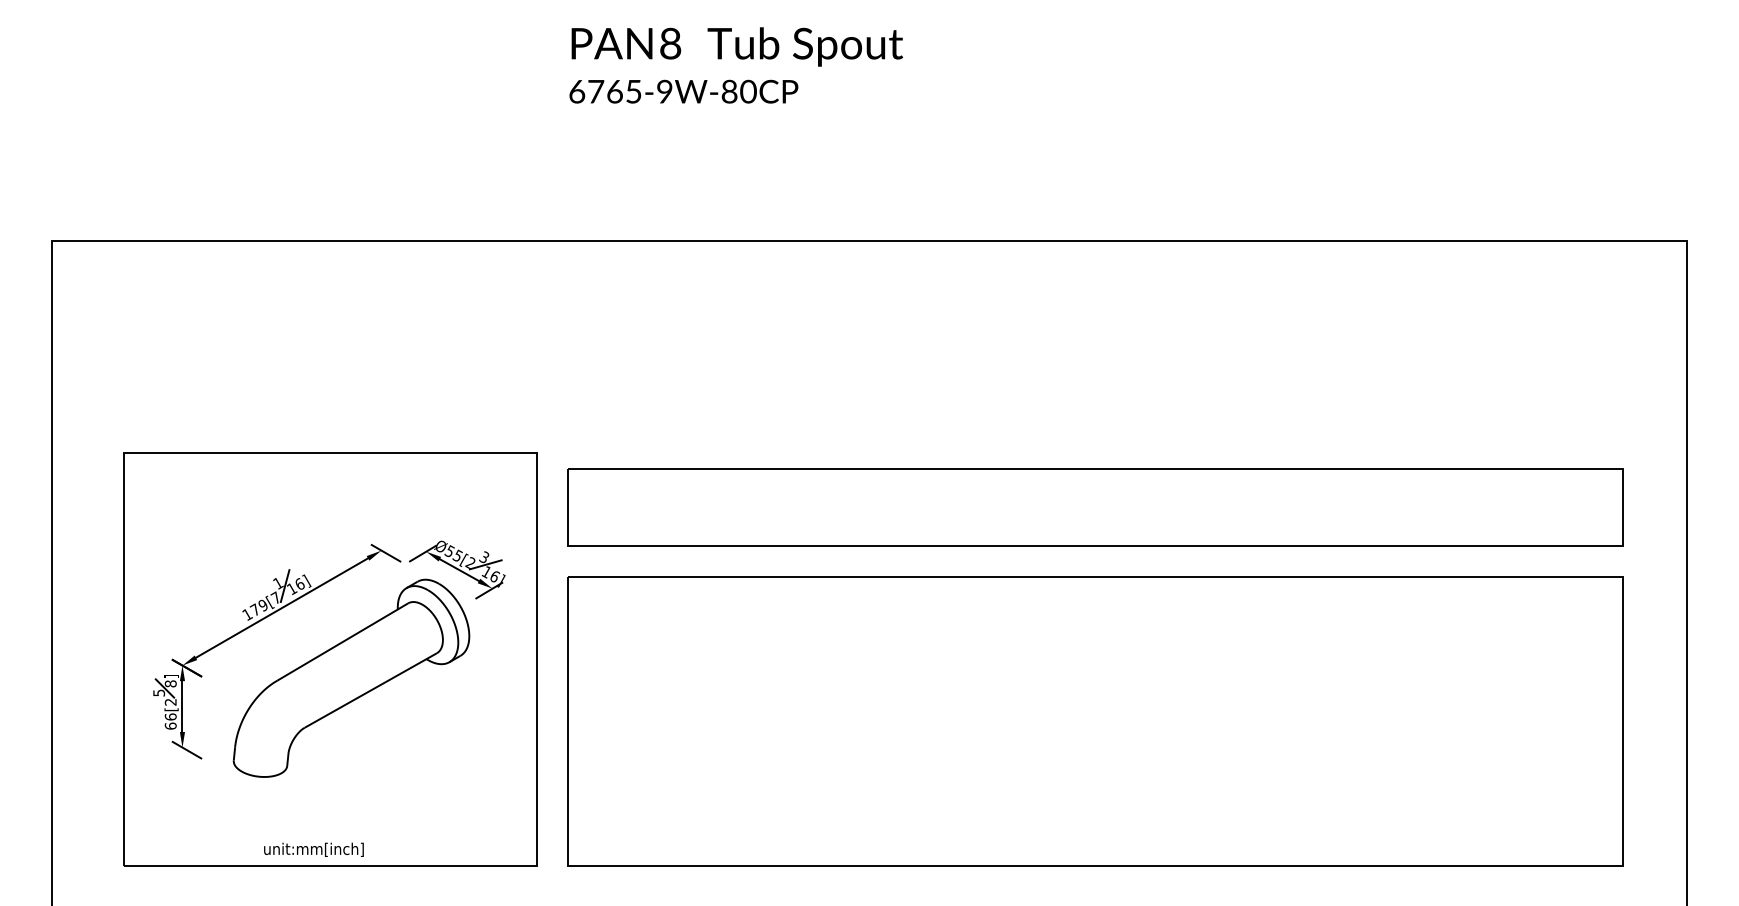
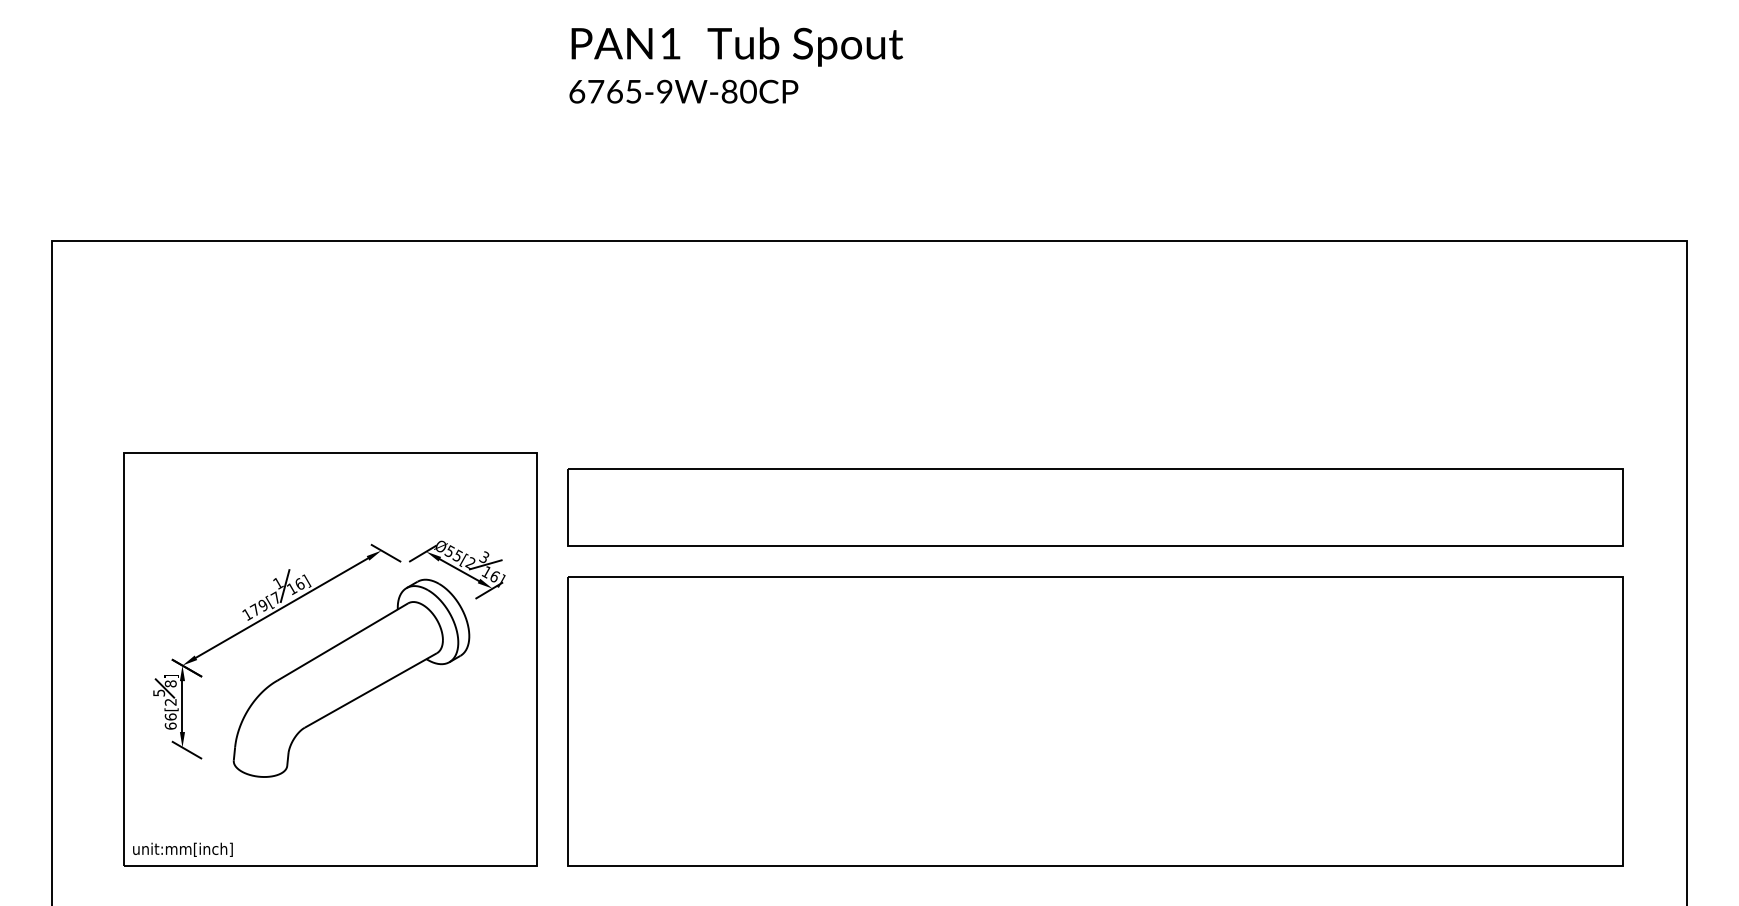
text at (670, 43): 8 -> 1
text at (313, 849) position: (313, 849) -> (182, 849)
